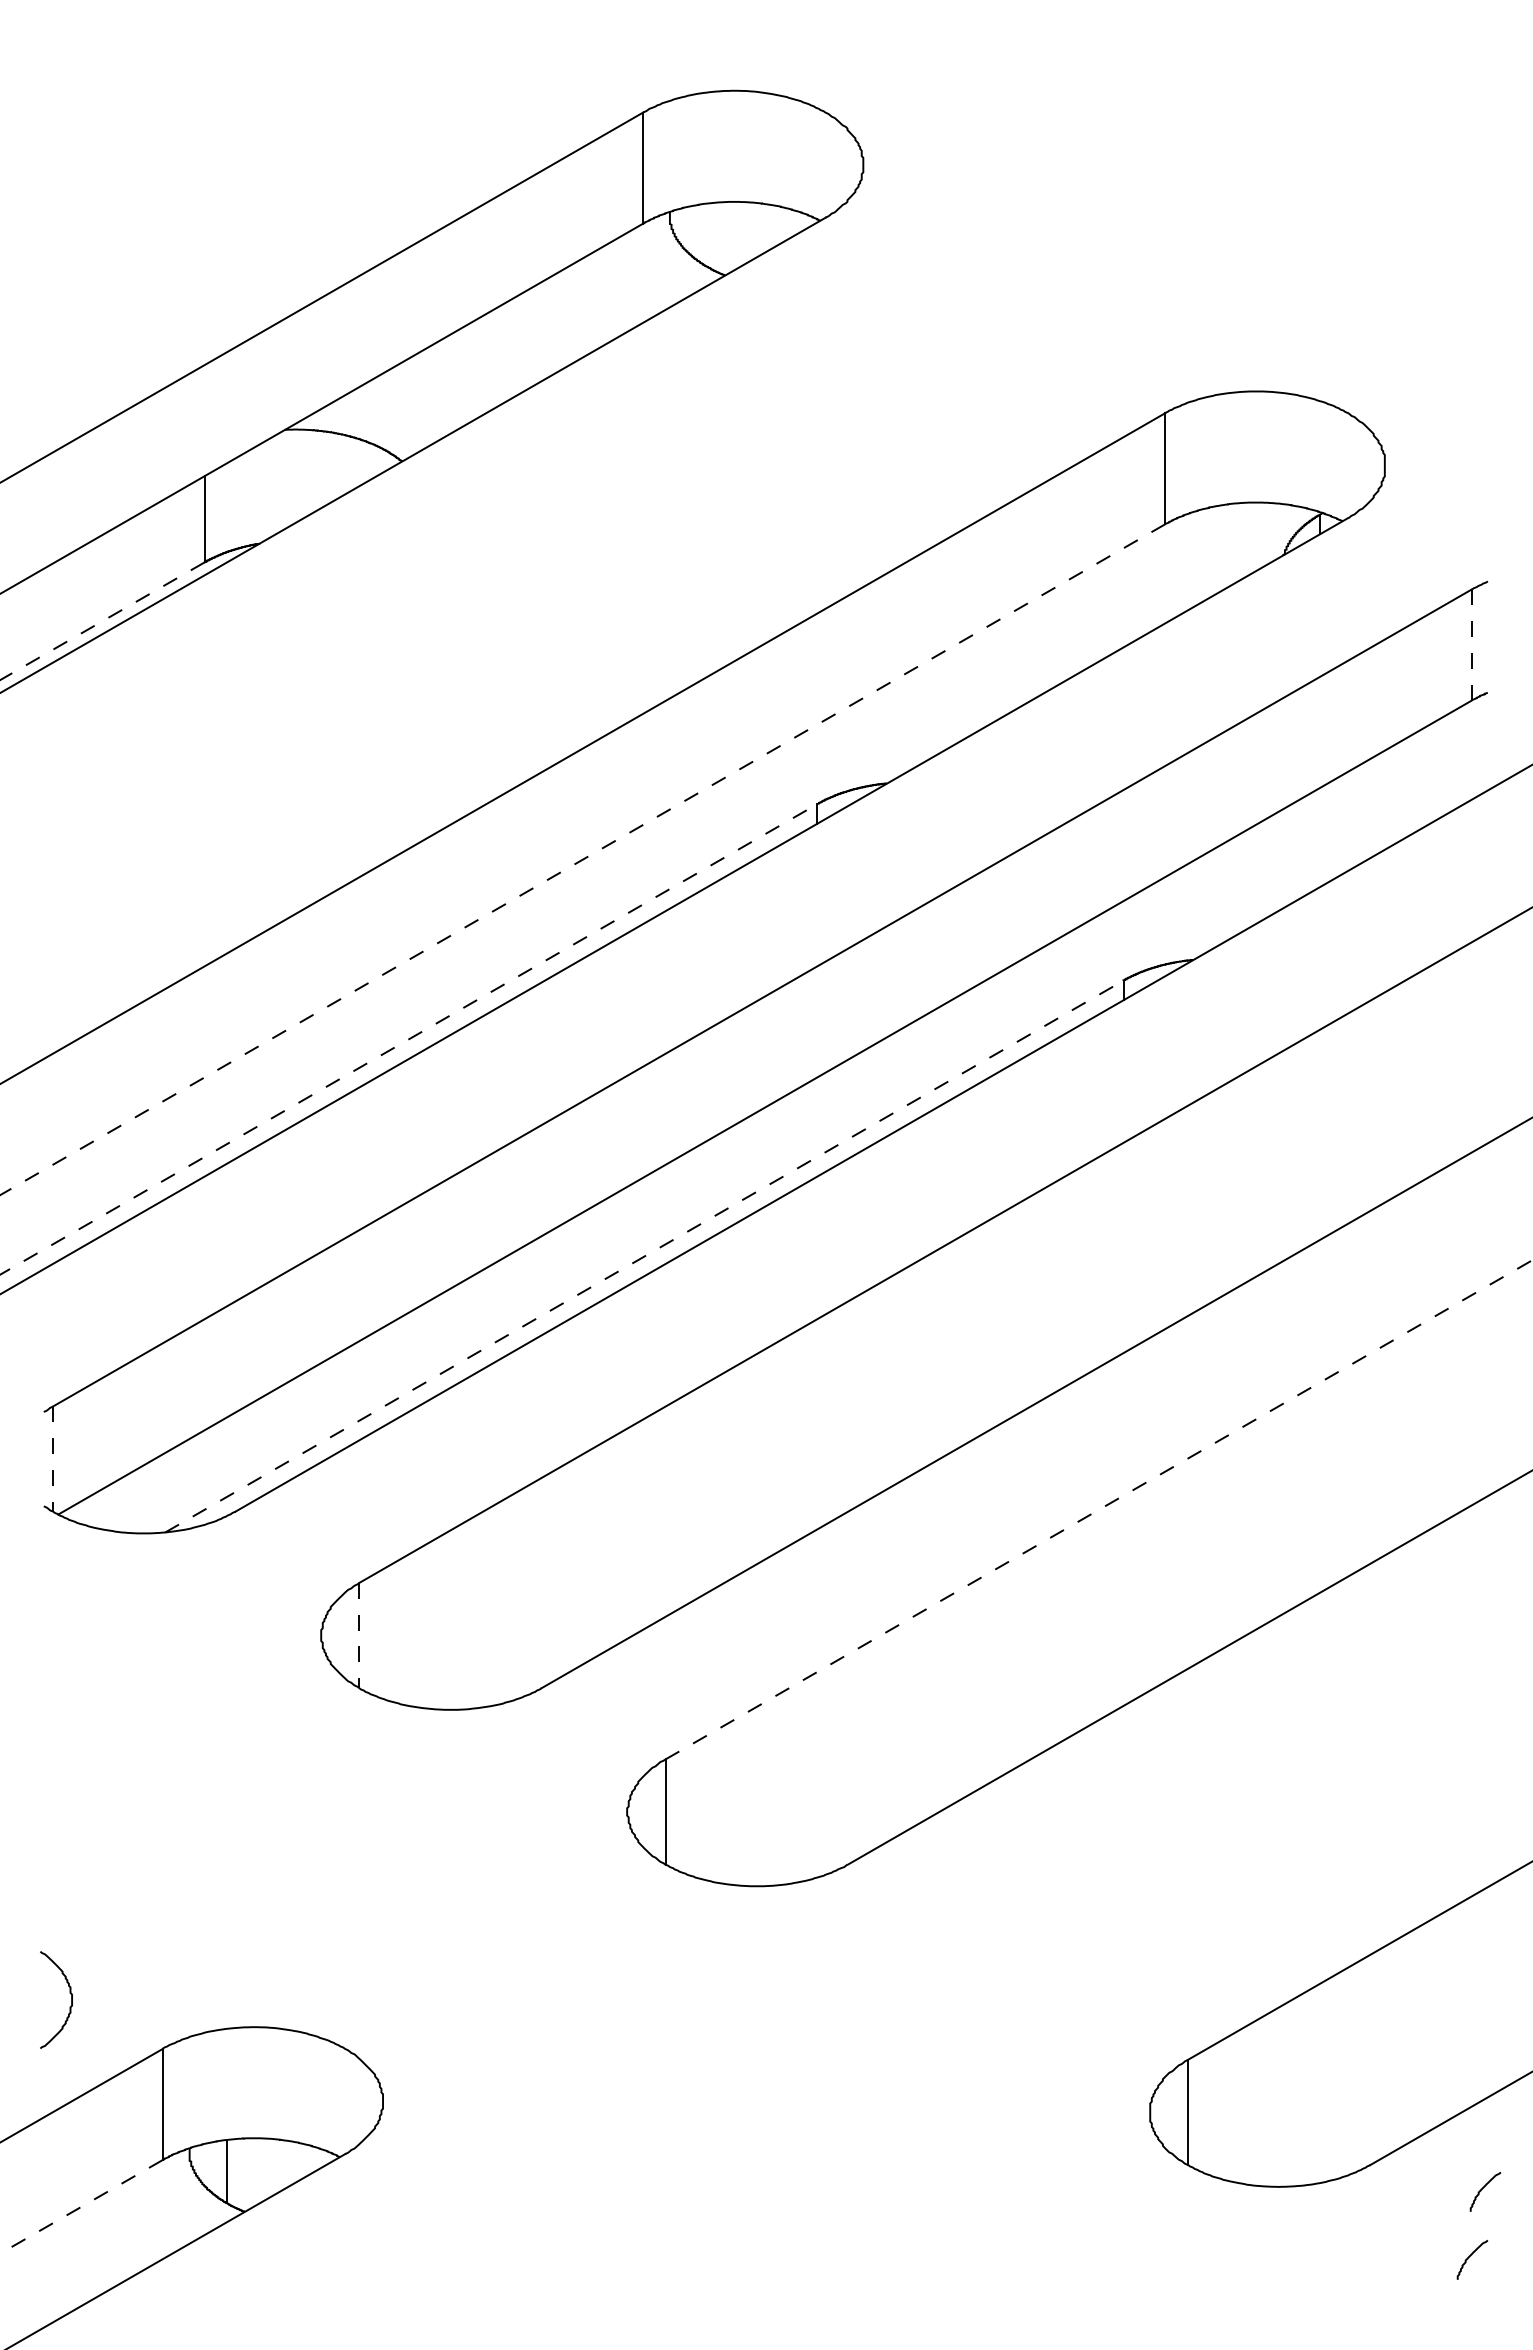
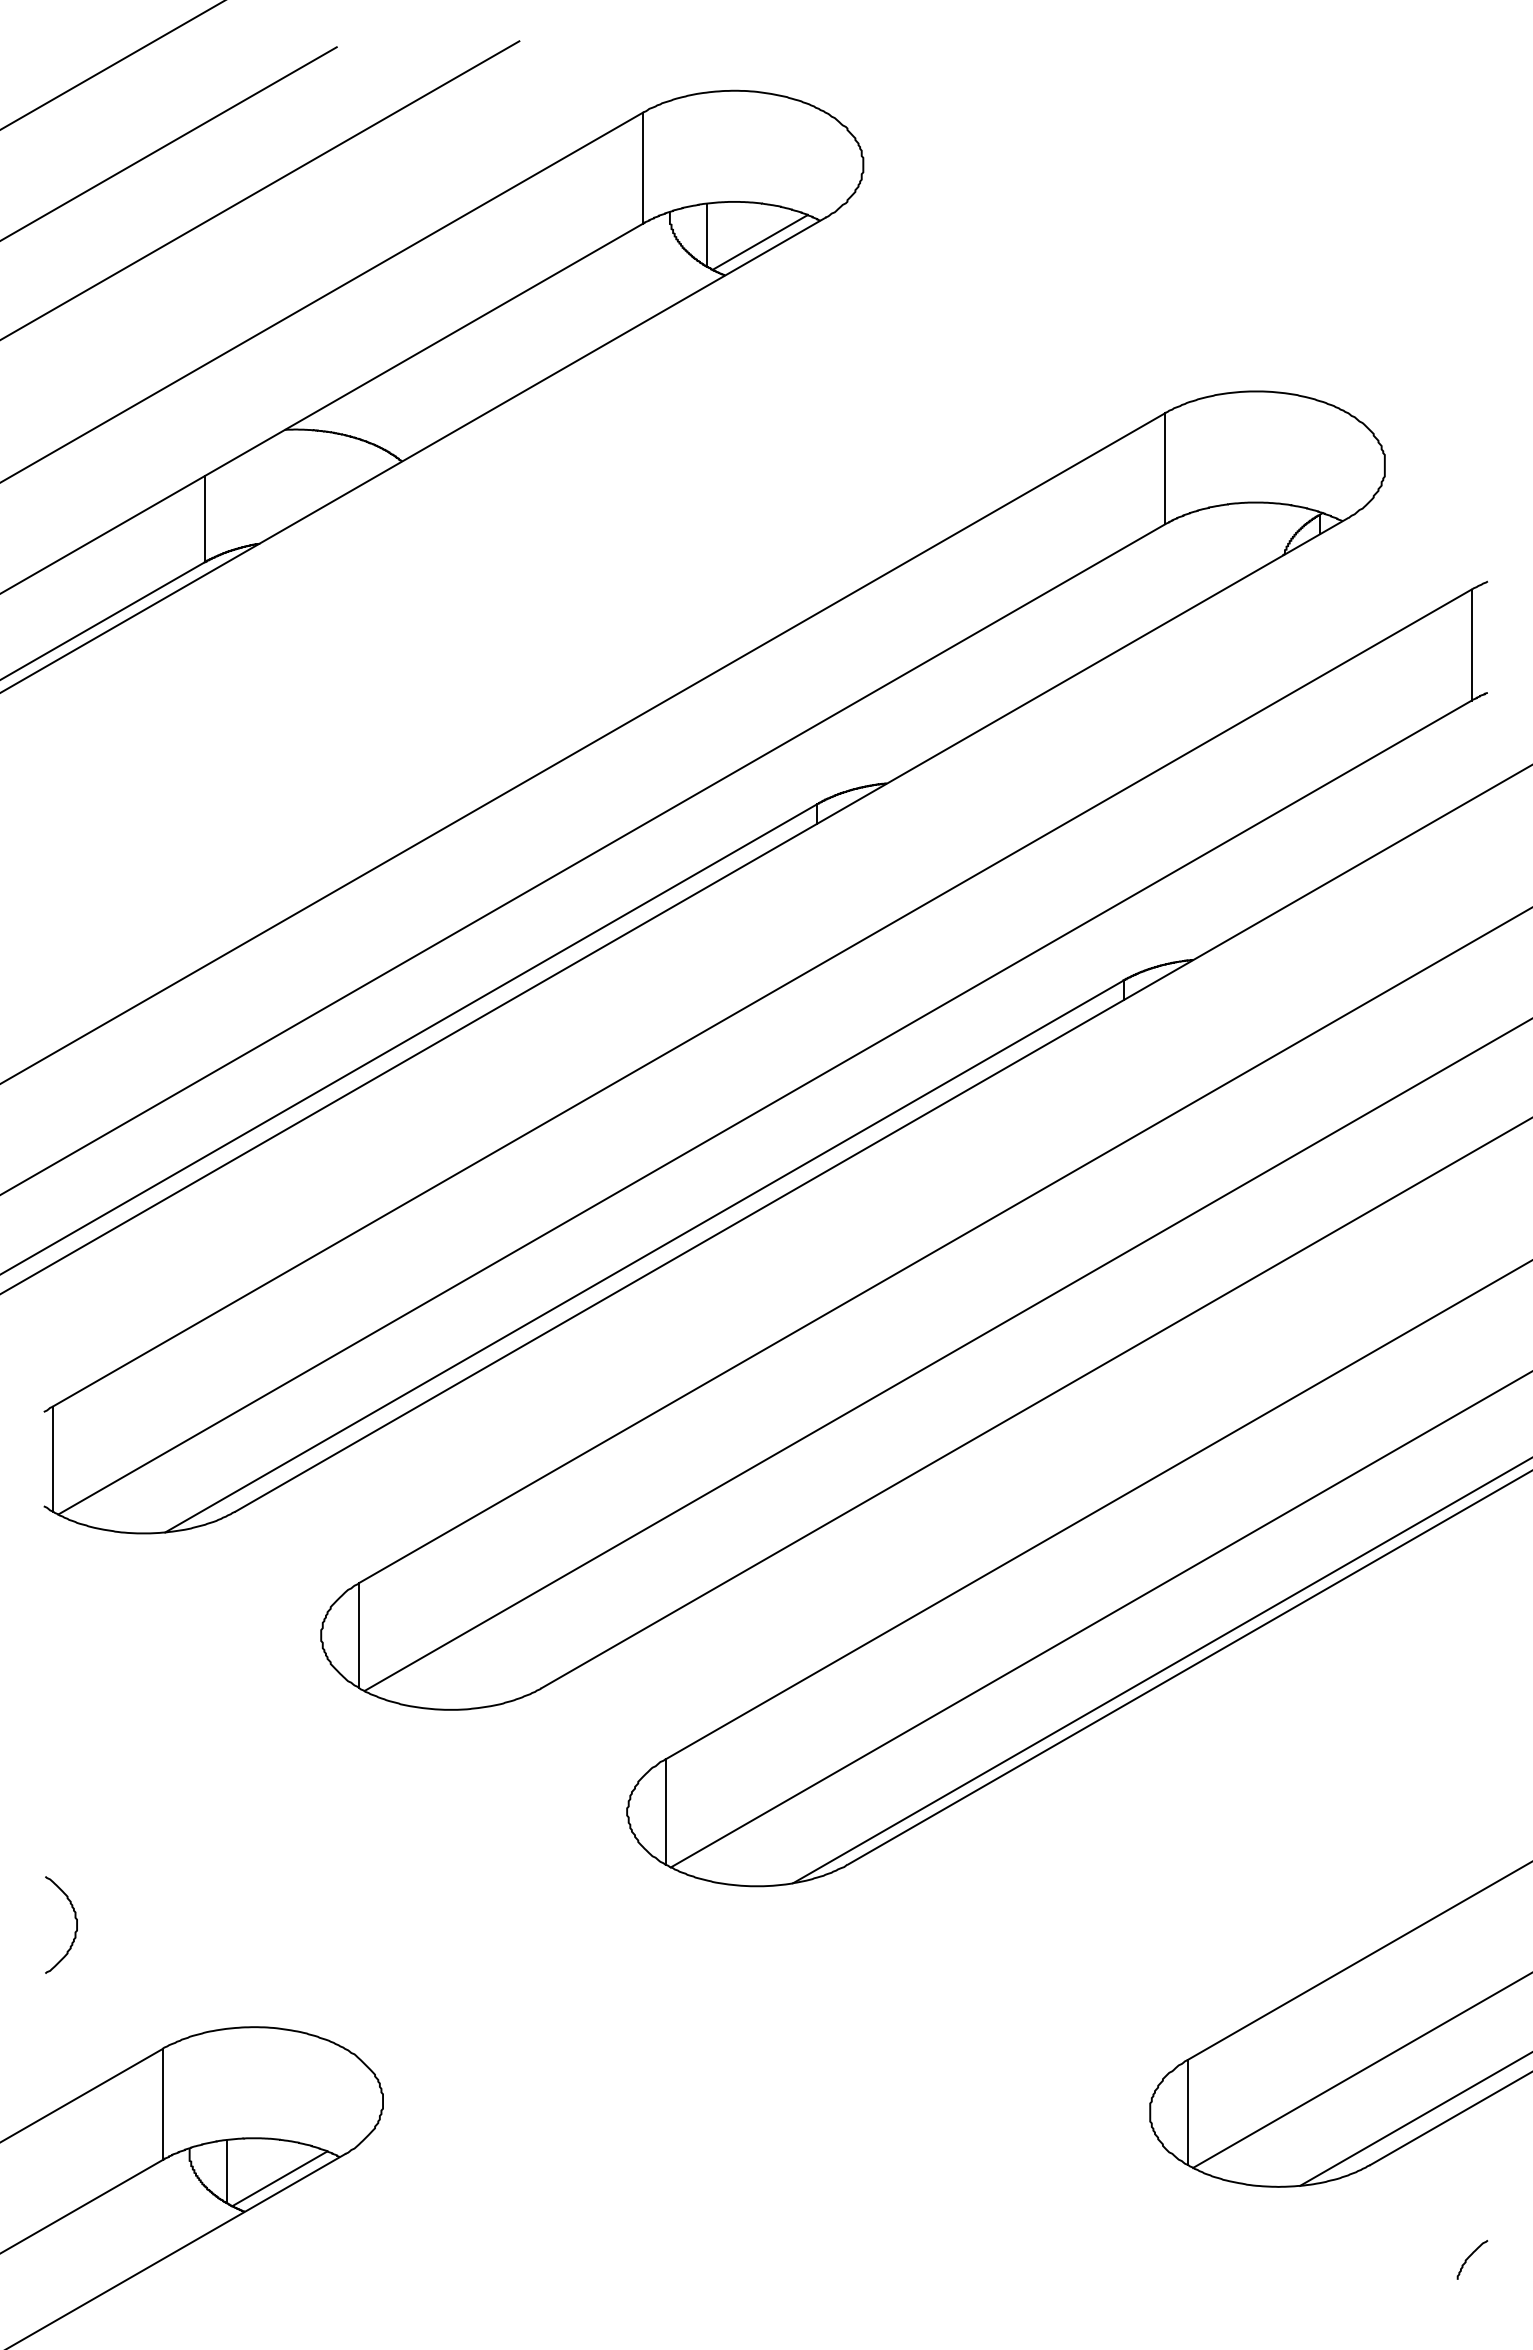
line at (112, 65): none -> present
line at (169, 143): none -> present
line at (260, 189): none -> present
line at (707, 234): none -> present
line at (759, 242): none -> present
line at (102, 621): dashed -> solid
line at (1471, 645): dashed -> solid
line at (582, 859): dashed -> solid
line at (409, 1039): dashed -> solid
line at (644, 1256): dashed -> solid
line at (946, 1355): none -> present
line at (52, 1459): dashed -> solid
line at (1099, 1509): dashed -> solid
line at (1099, 1620): none -> present
line at (359, 1635): dashed -> solid
line at (1161, 1671): none -> present
curve at (69, 1993) position: (69, 1993) -> (74, 1918)
line at (1361, 2071): none -> present
line at (1414, 2119): none -> present
line at (279, 2178): none -> present
curve at (1483, 2188): present -> none
line at (81, 2206): dashed -> solid
